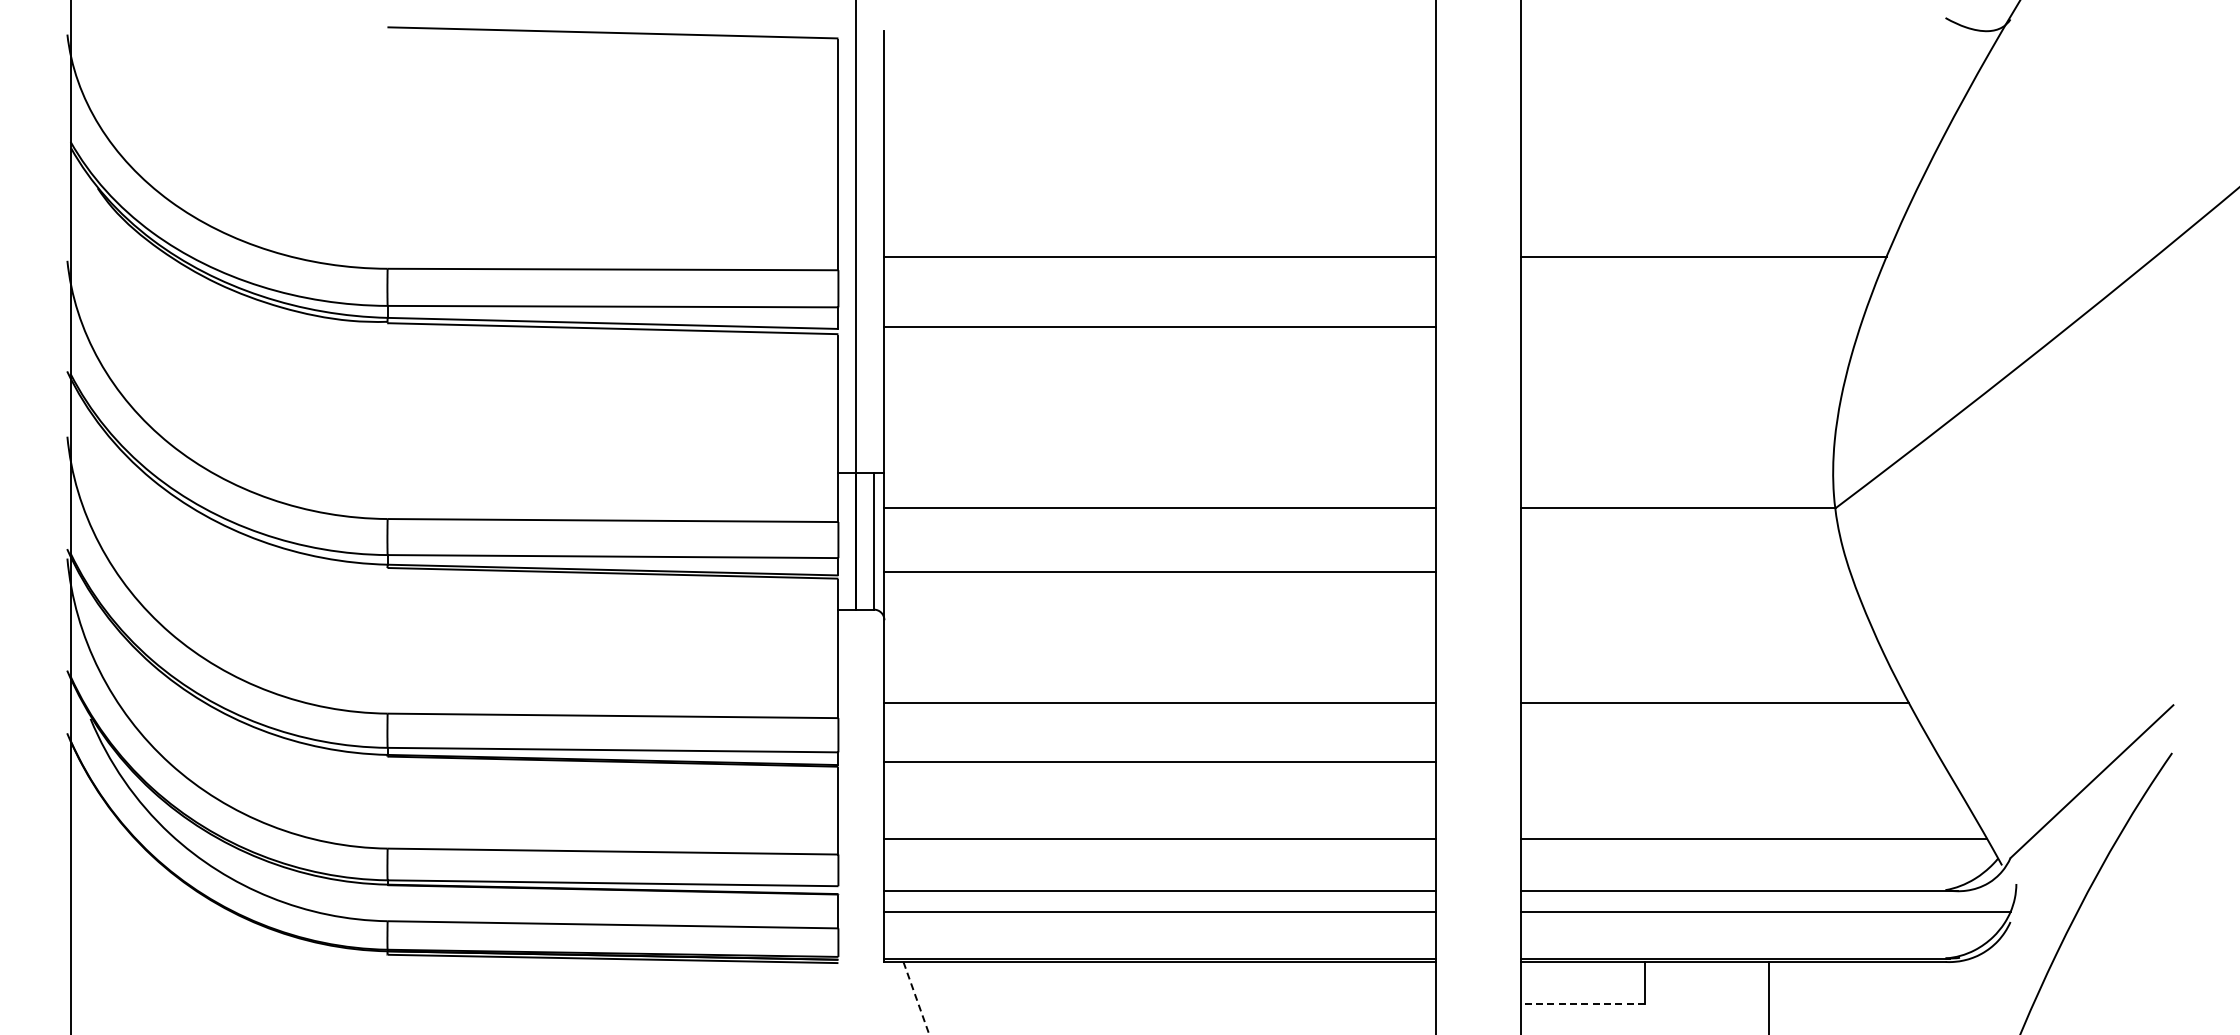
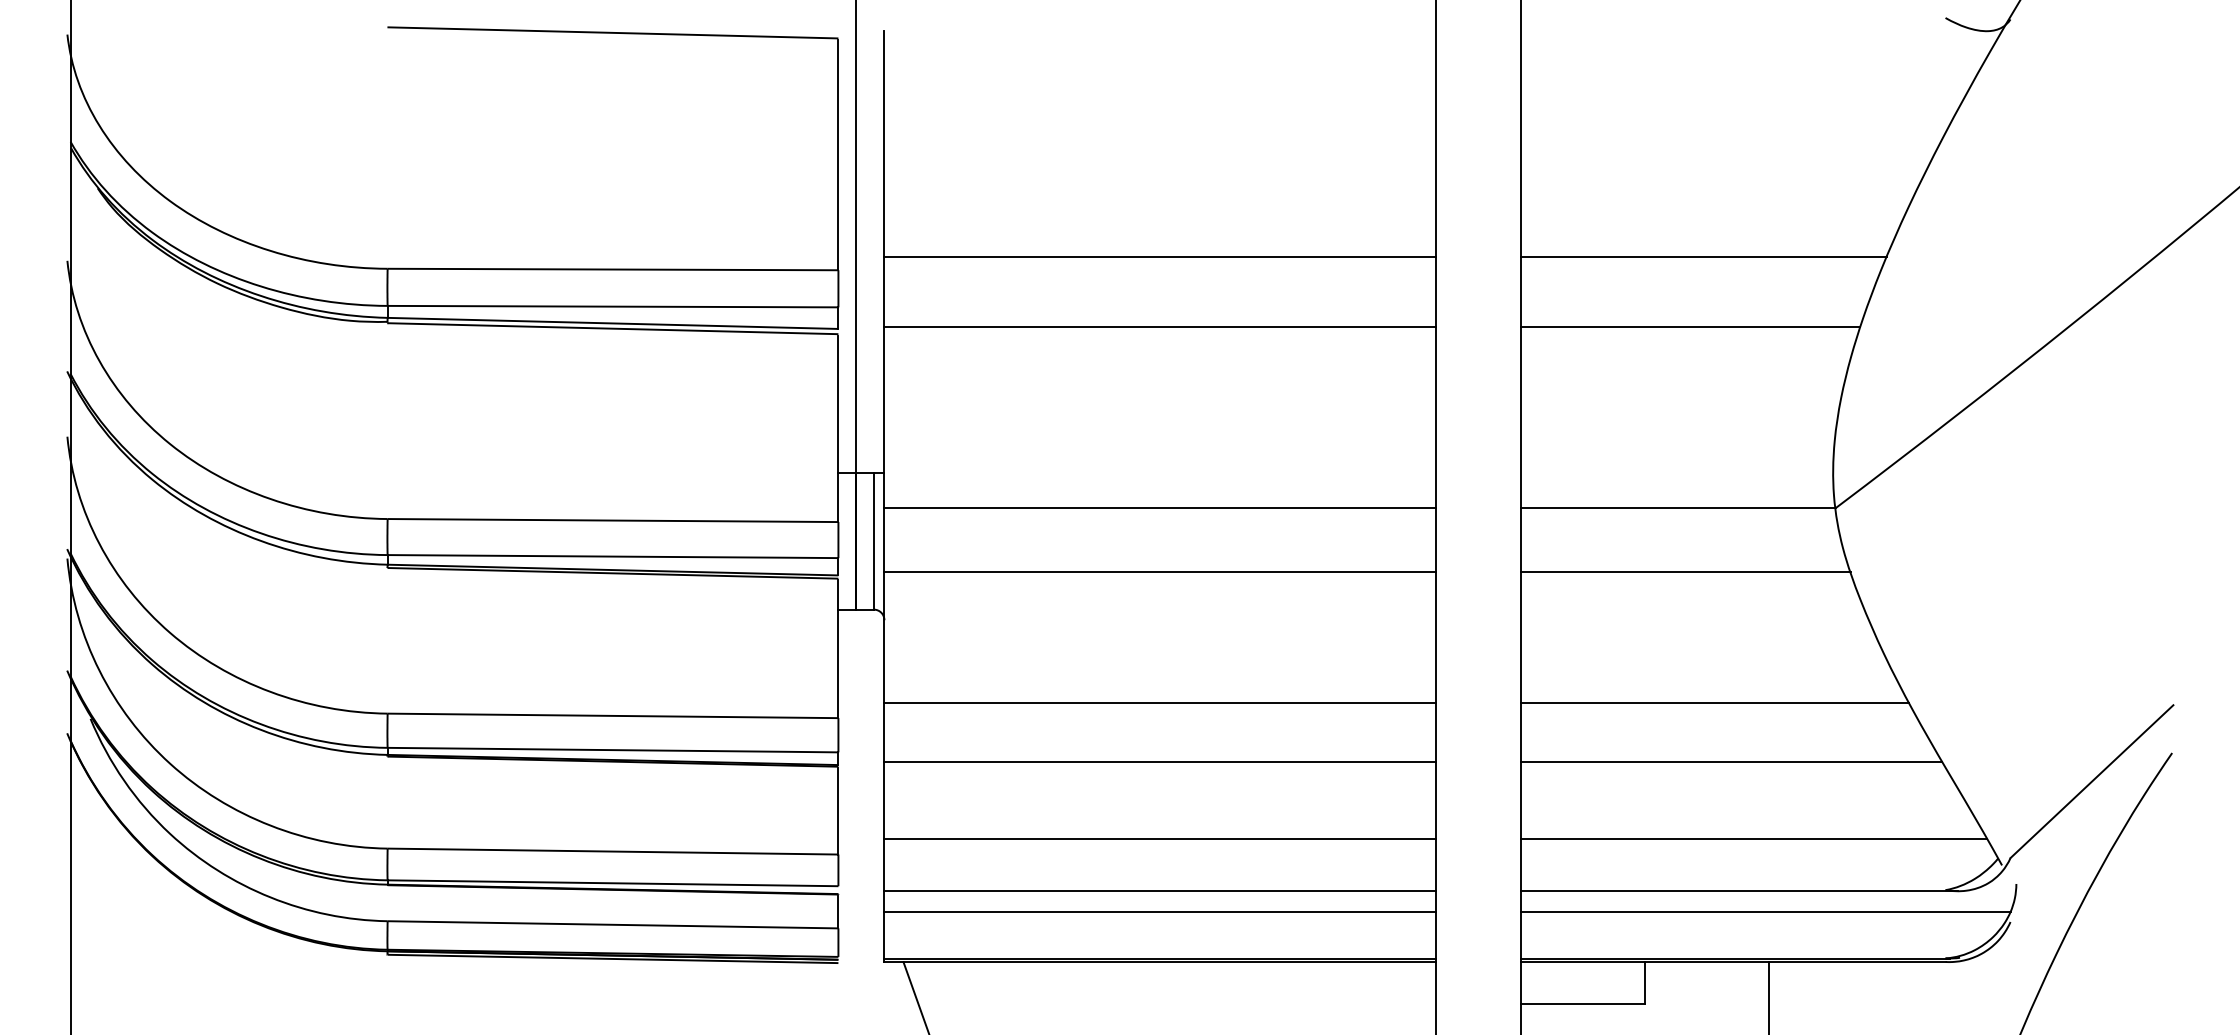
line at (1690, 327): none -> present
line at (1686, 572): none -> present
line at (1731, 761): none -> present
line at (916, 998): dashed -> solid
line at (1583, 1003): dashed -> solid
